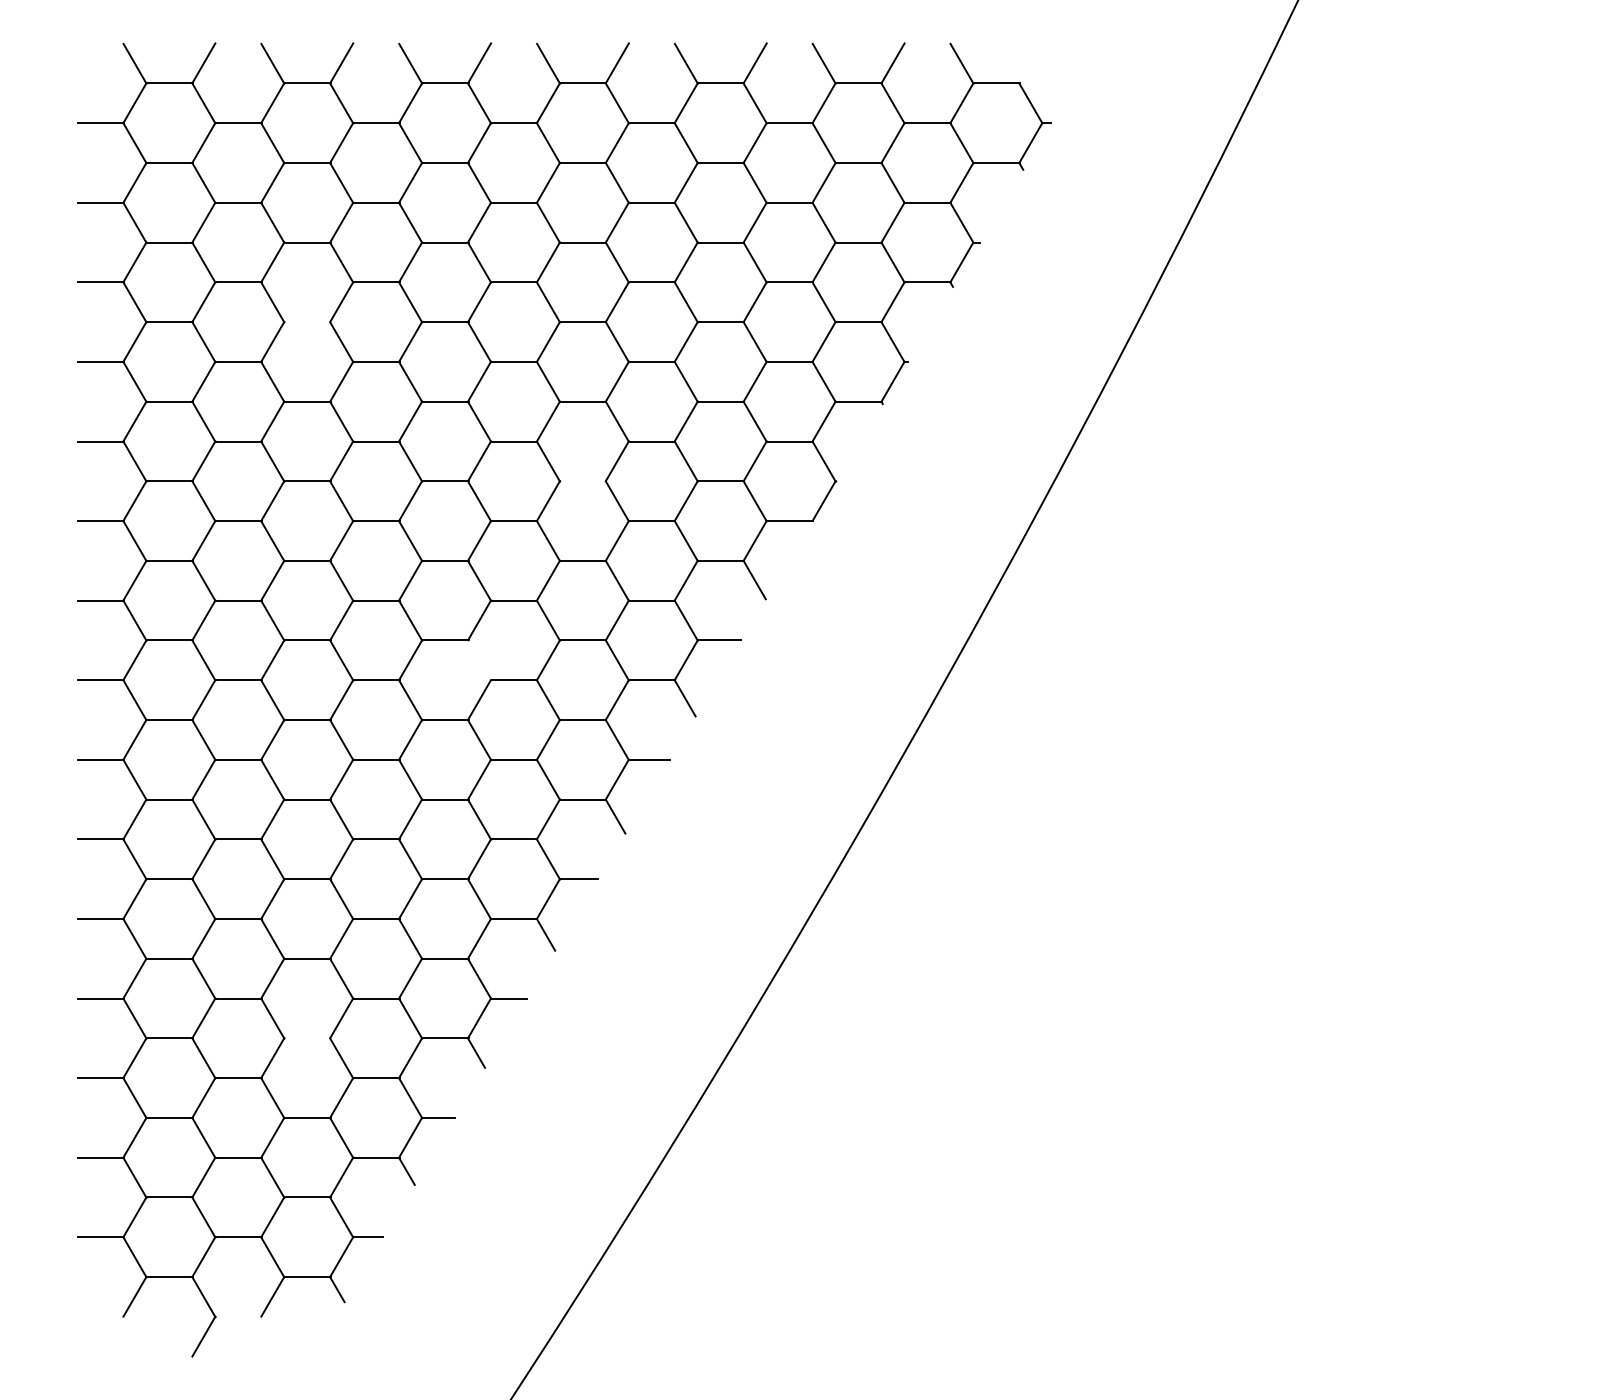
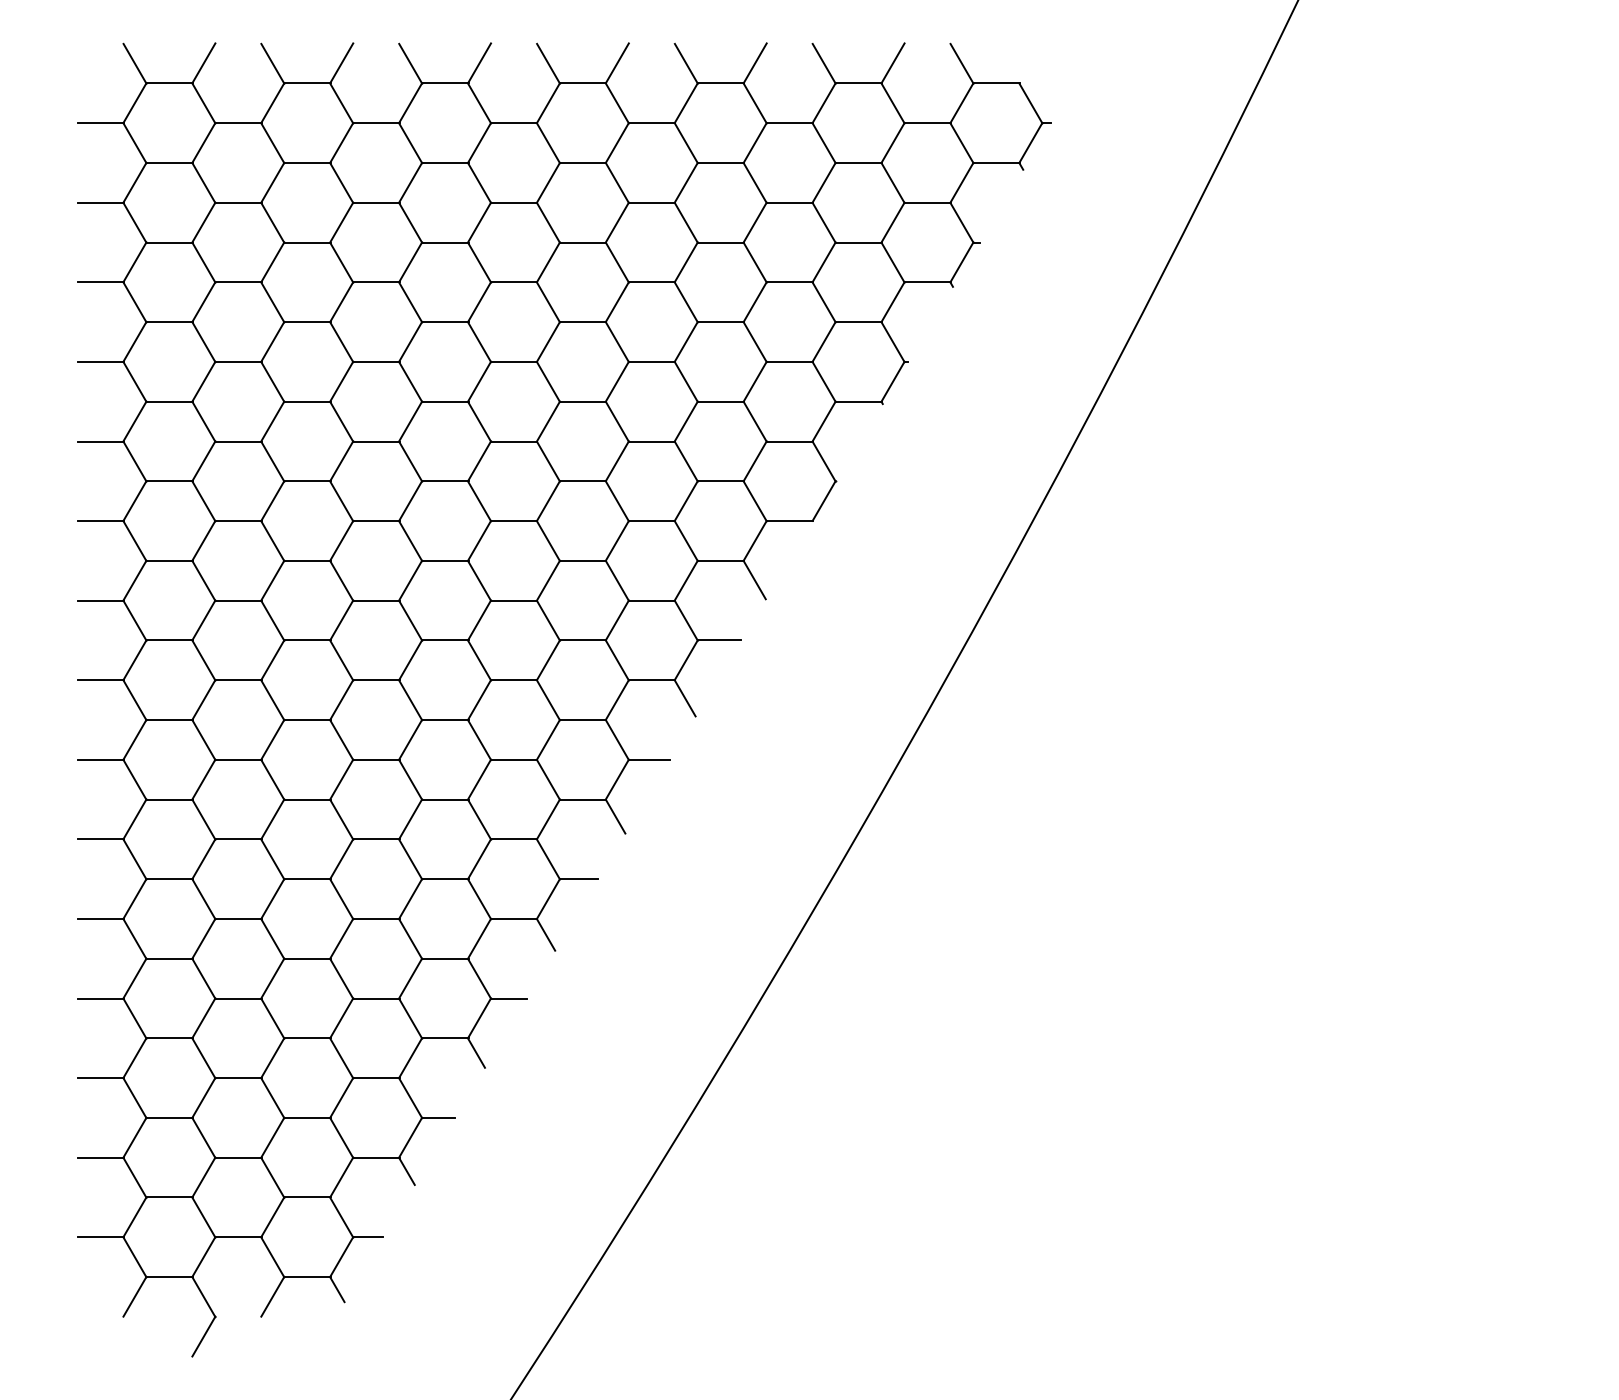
line at (307, 322): none -> present
line at (583, 481): none -> present
line at (479, 660): none -> present
line at (307, 1038): none -> present
